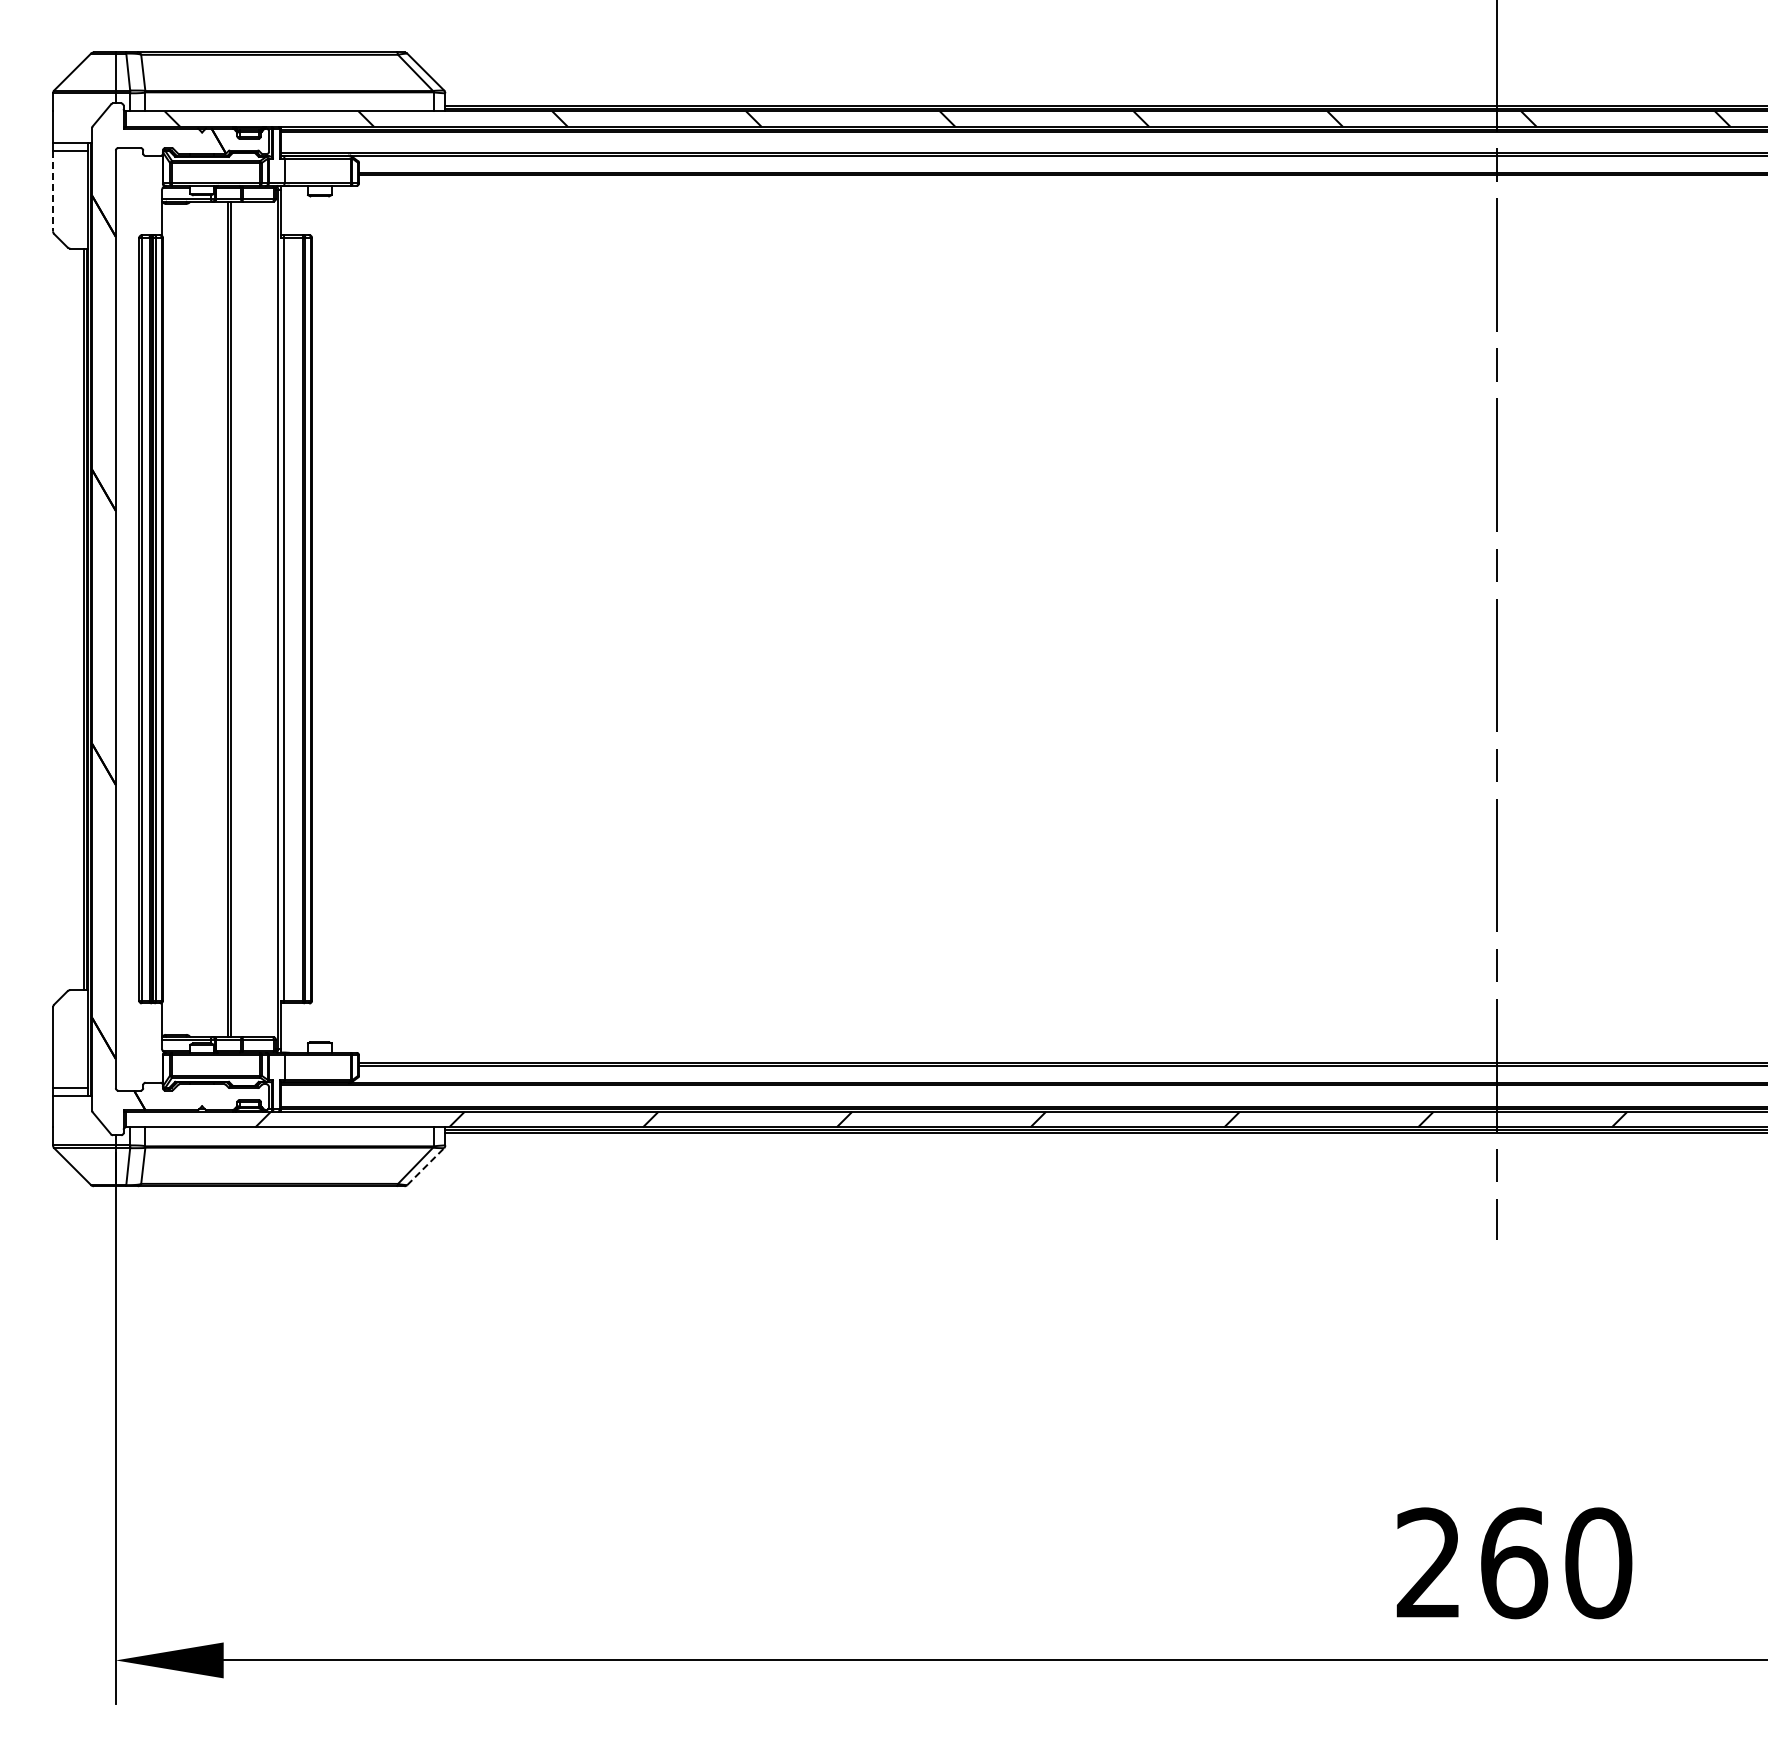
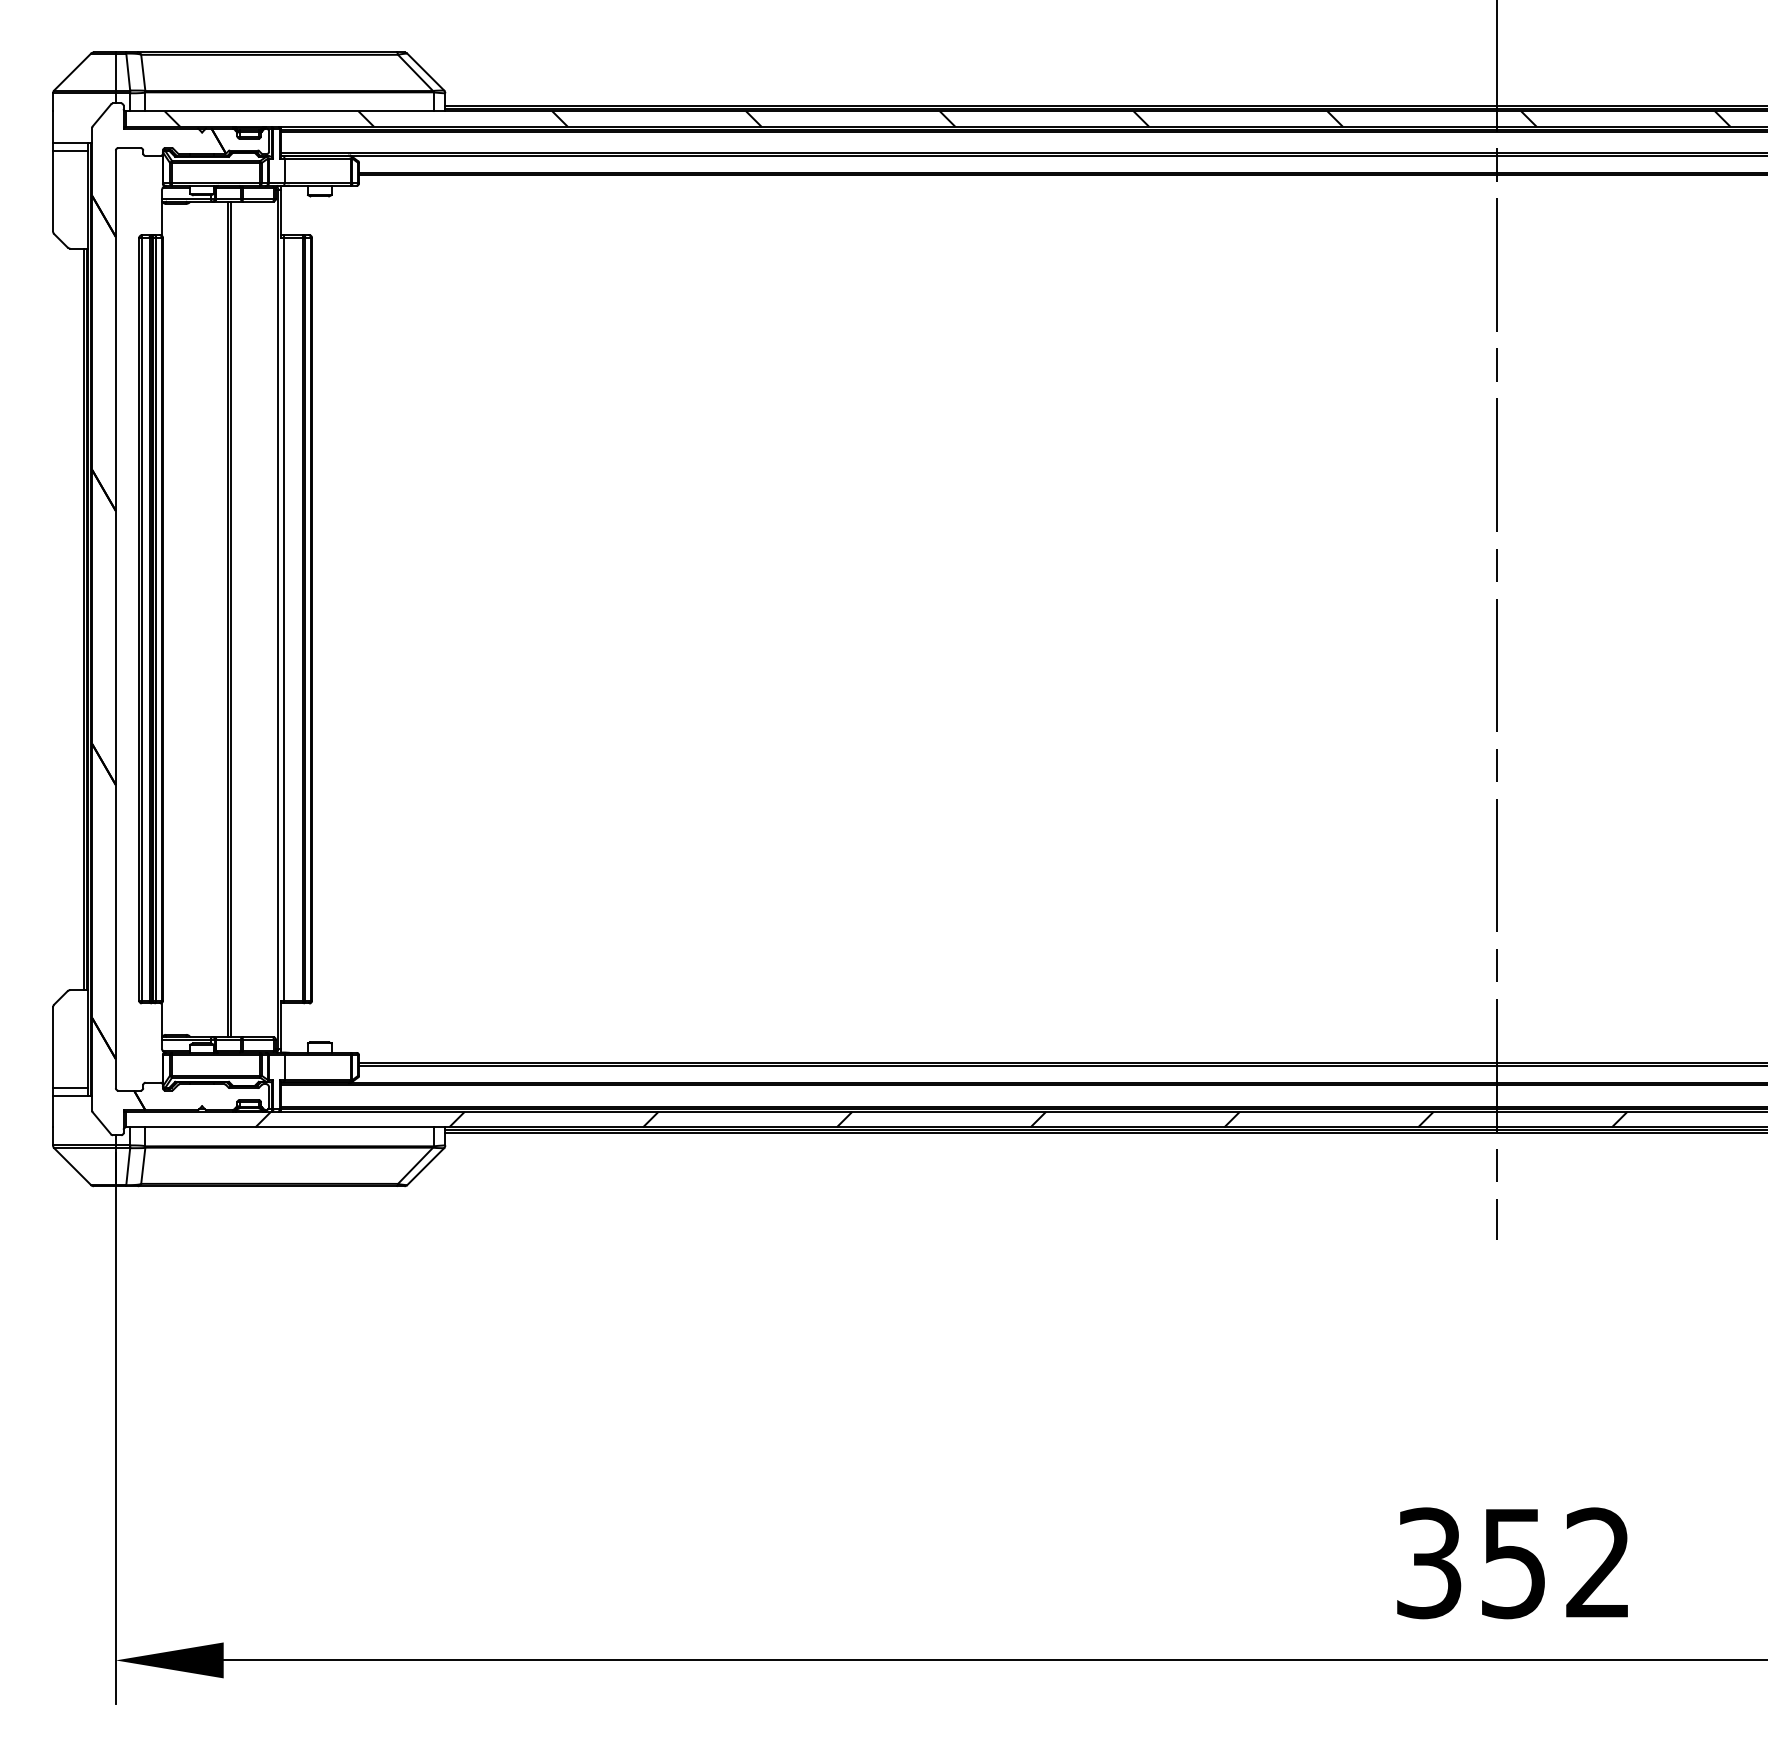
line at (53, 191): dashed -> solid
line at (426, 1166): dashed -> solid
text at (1514, 1563): 260 -> 352
